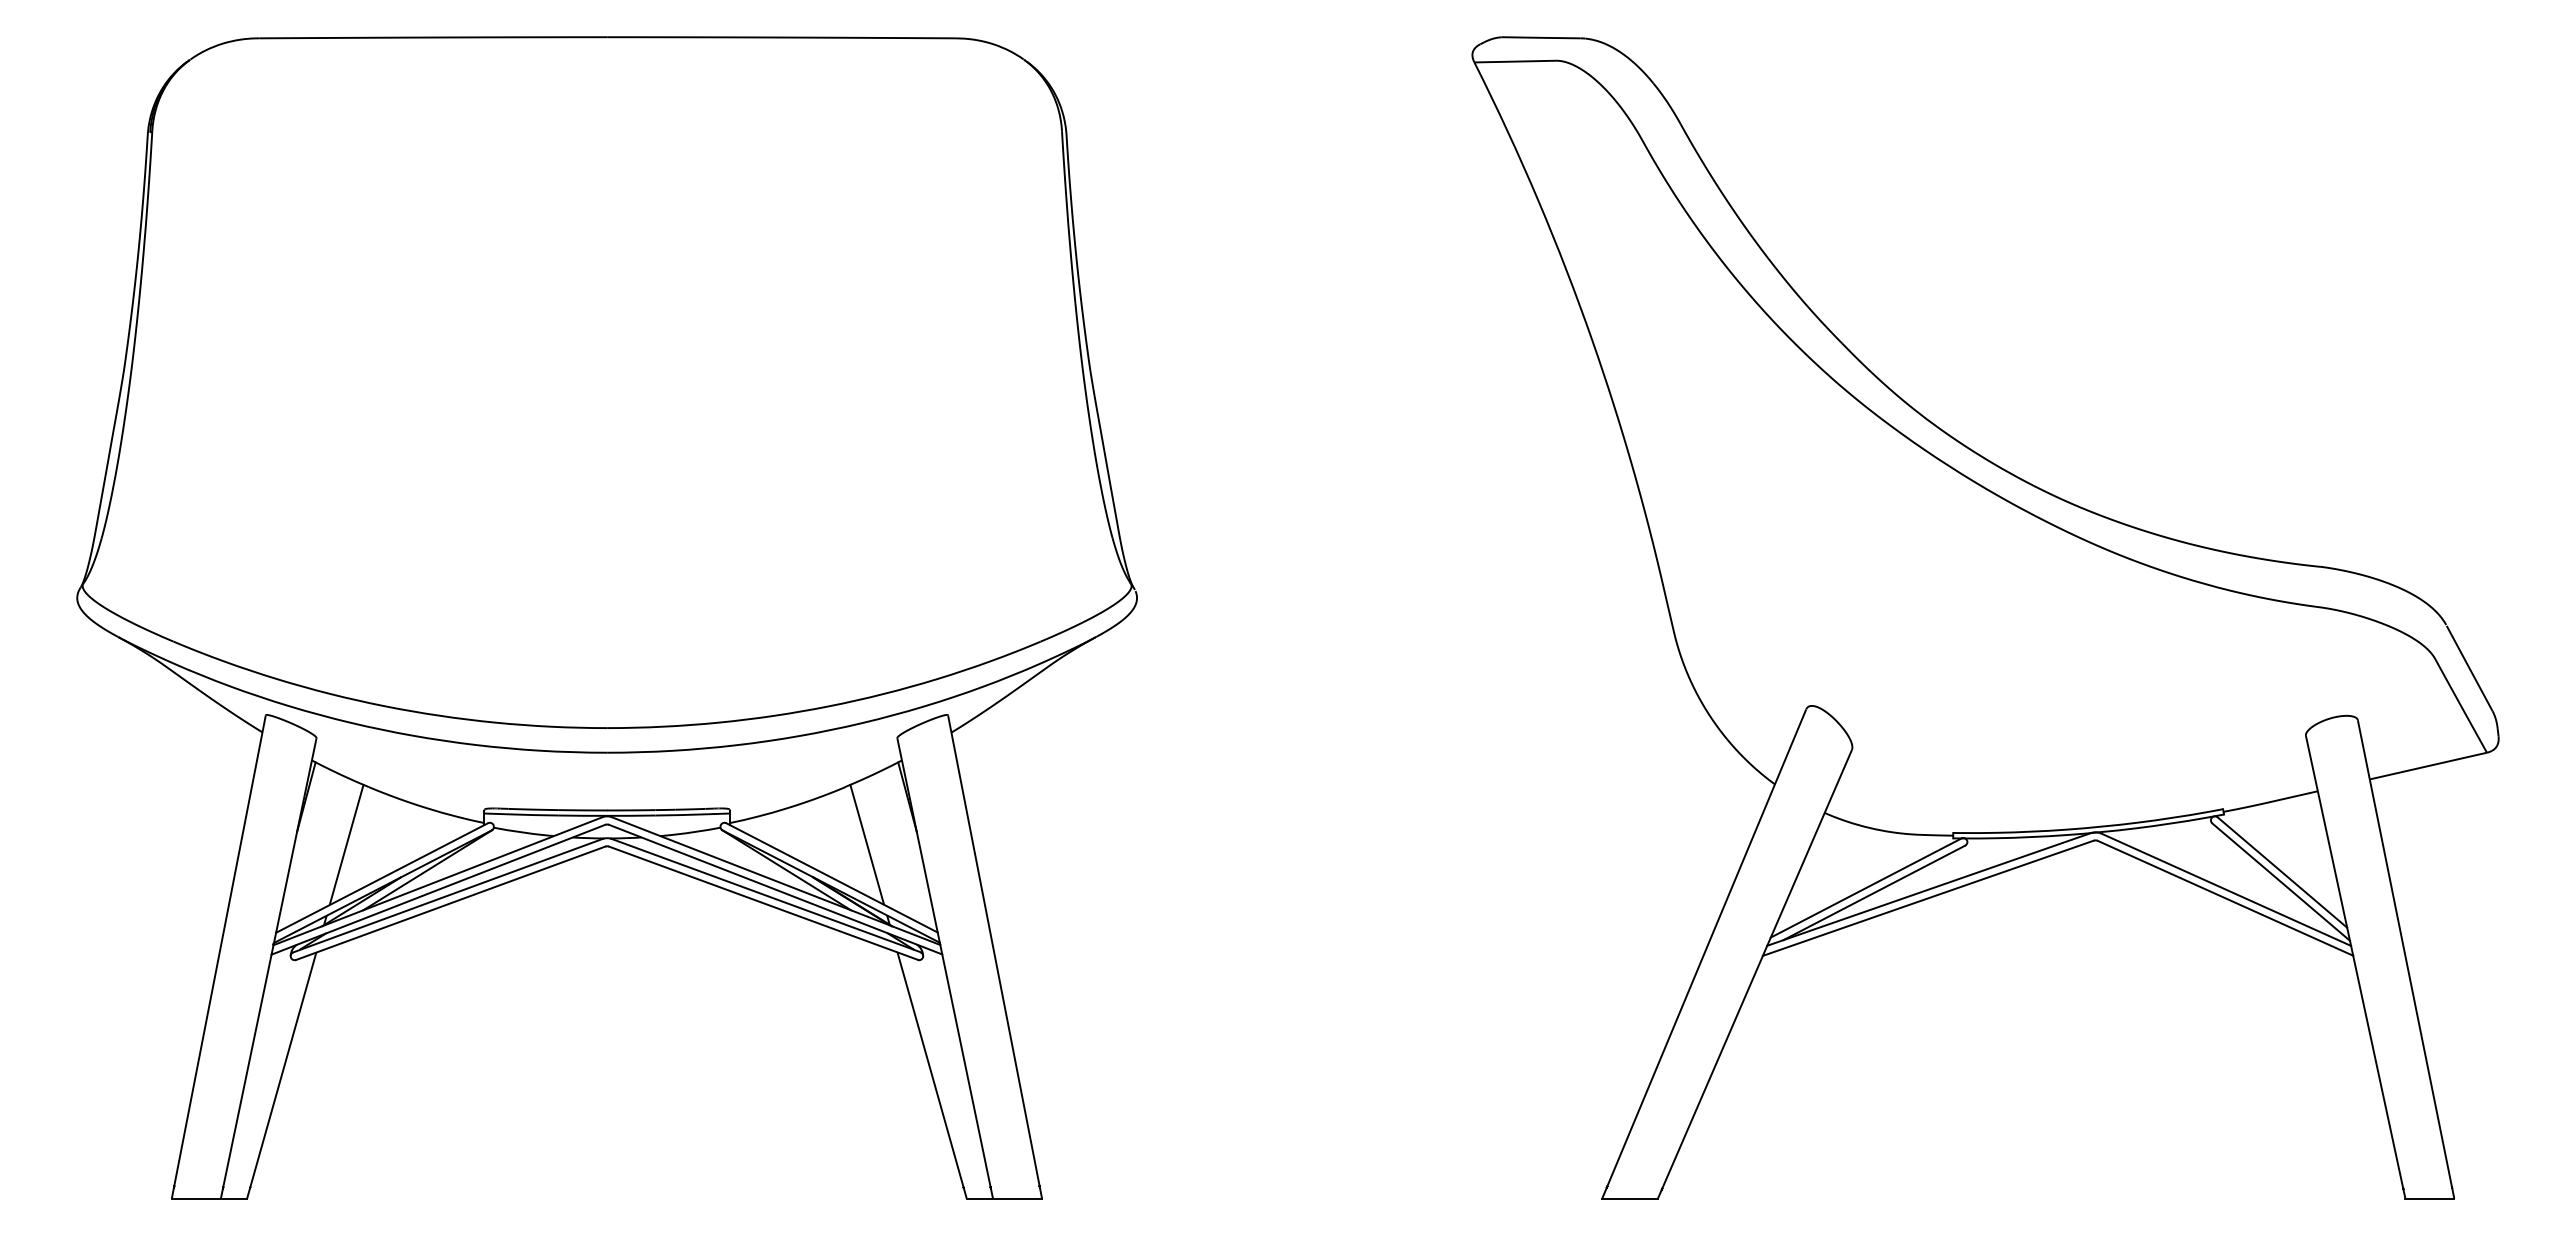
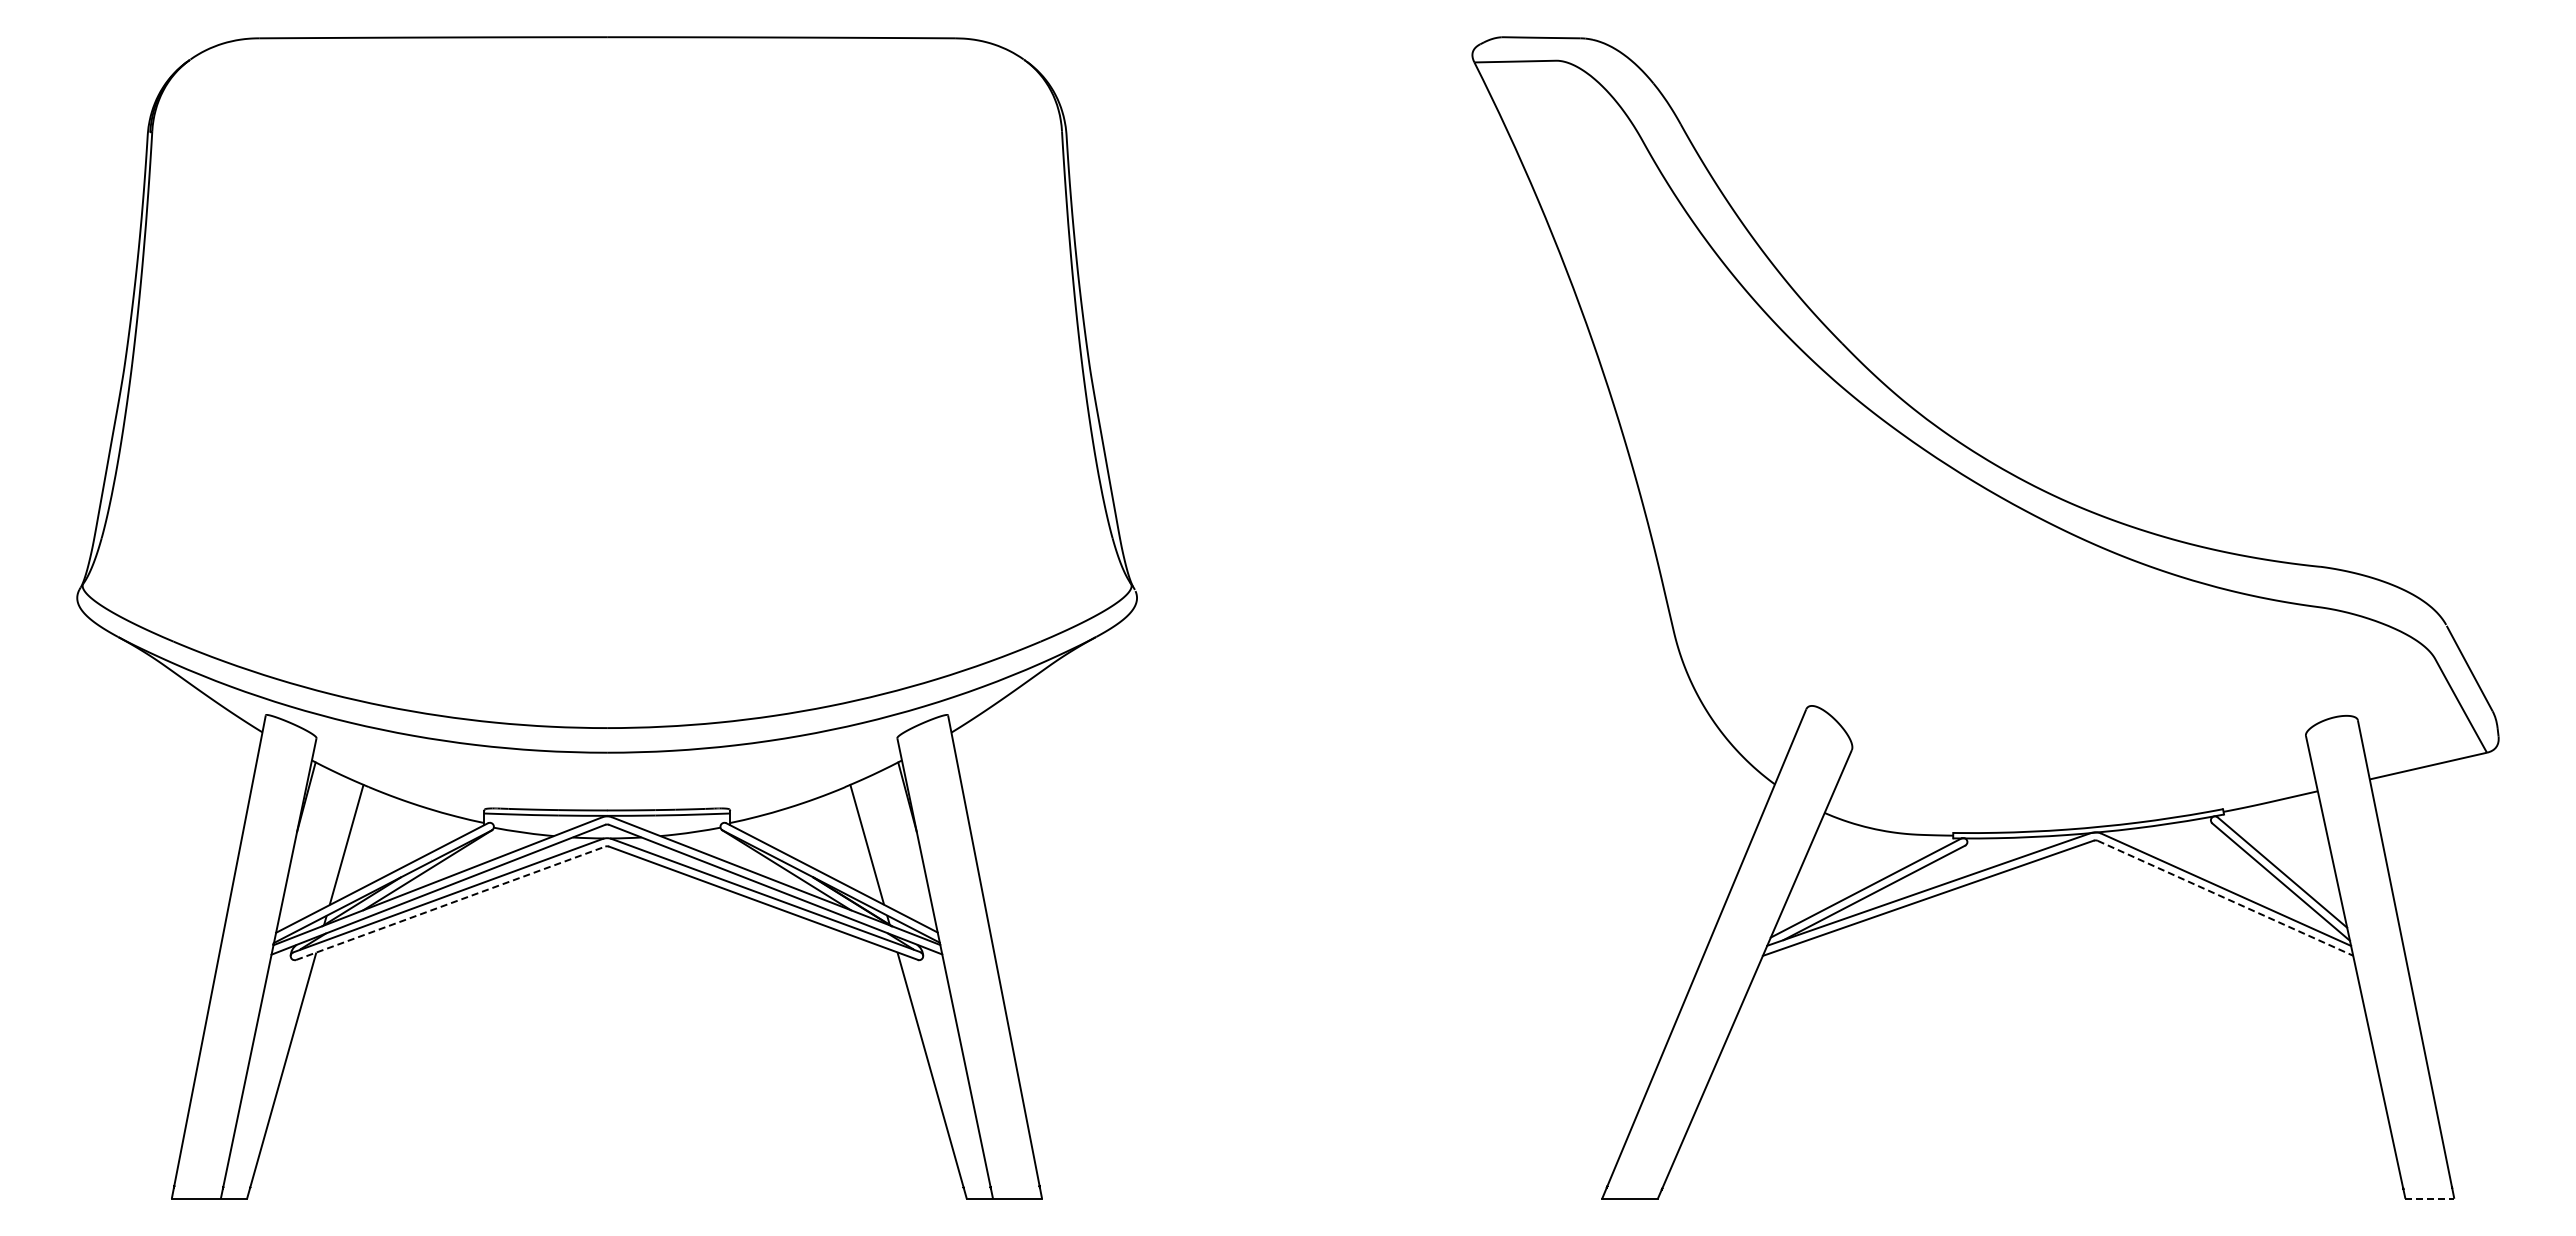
line at (2225, 898): solid -> dashed
line at (450, 903): solid -> dashed
line at (2430, 1198): solid -> dashed
